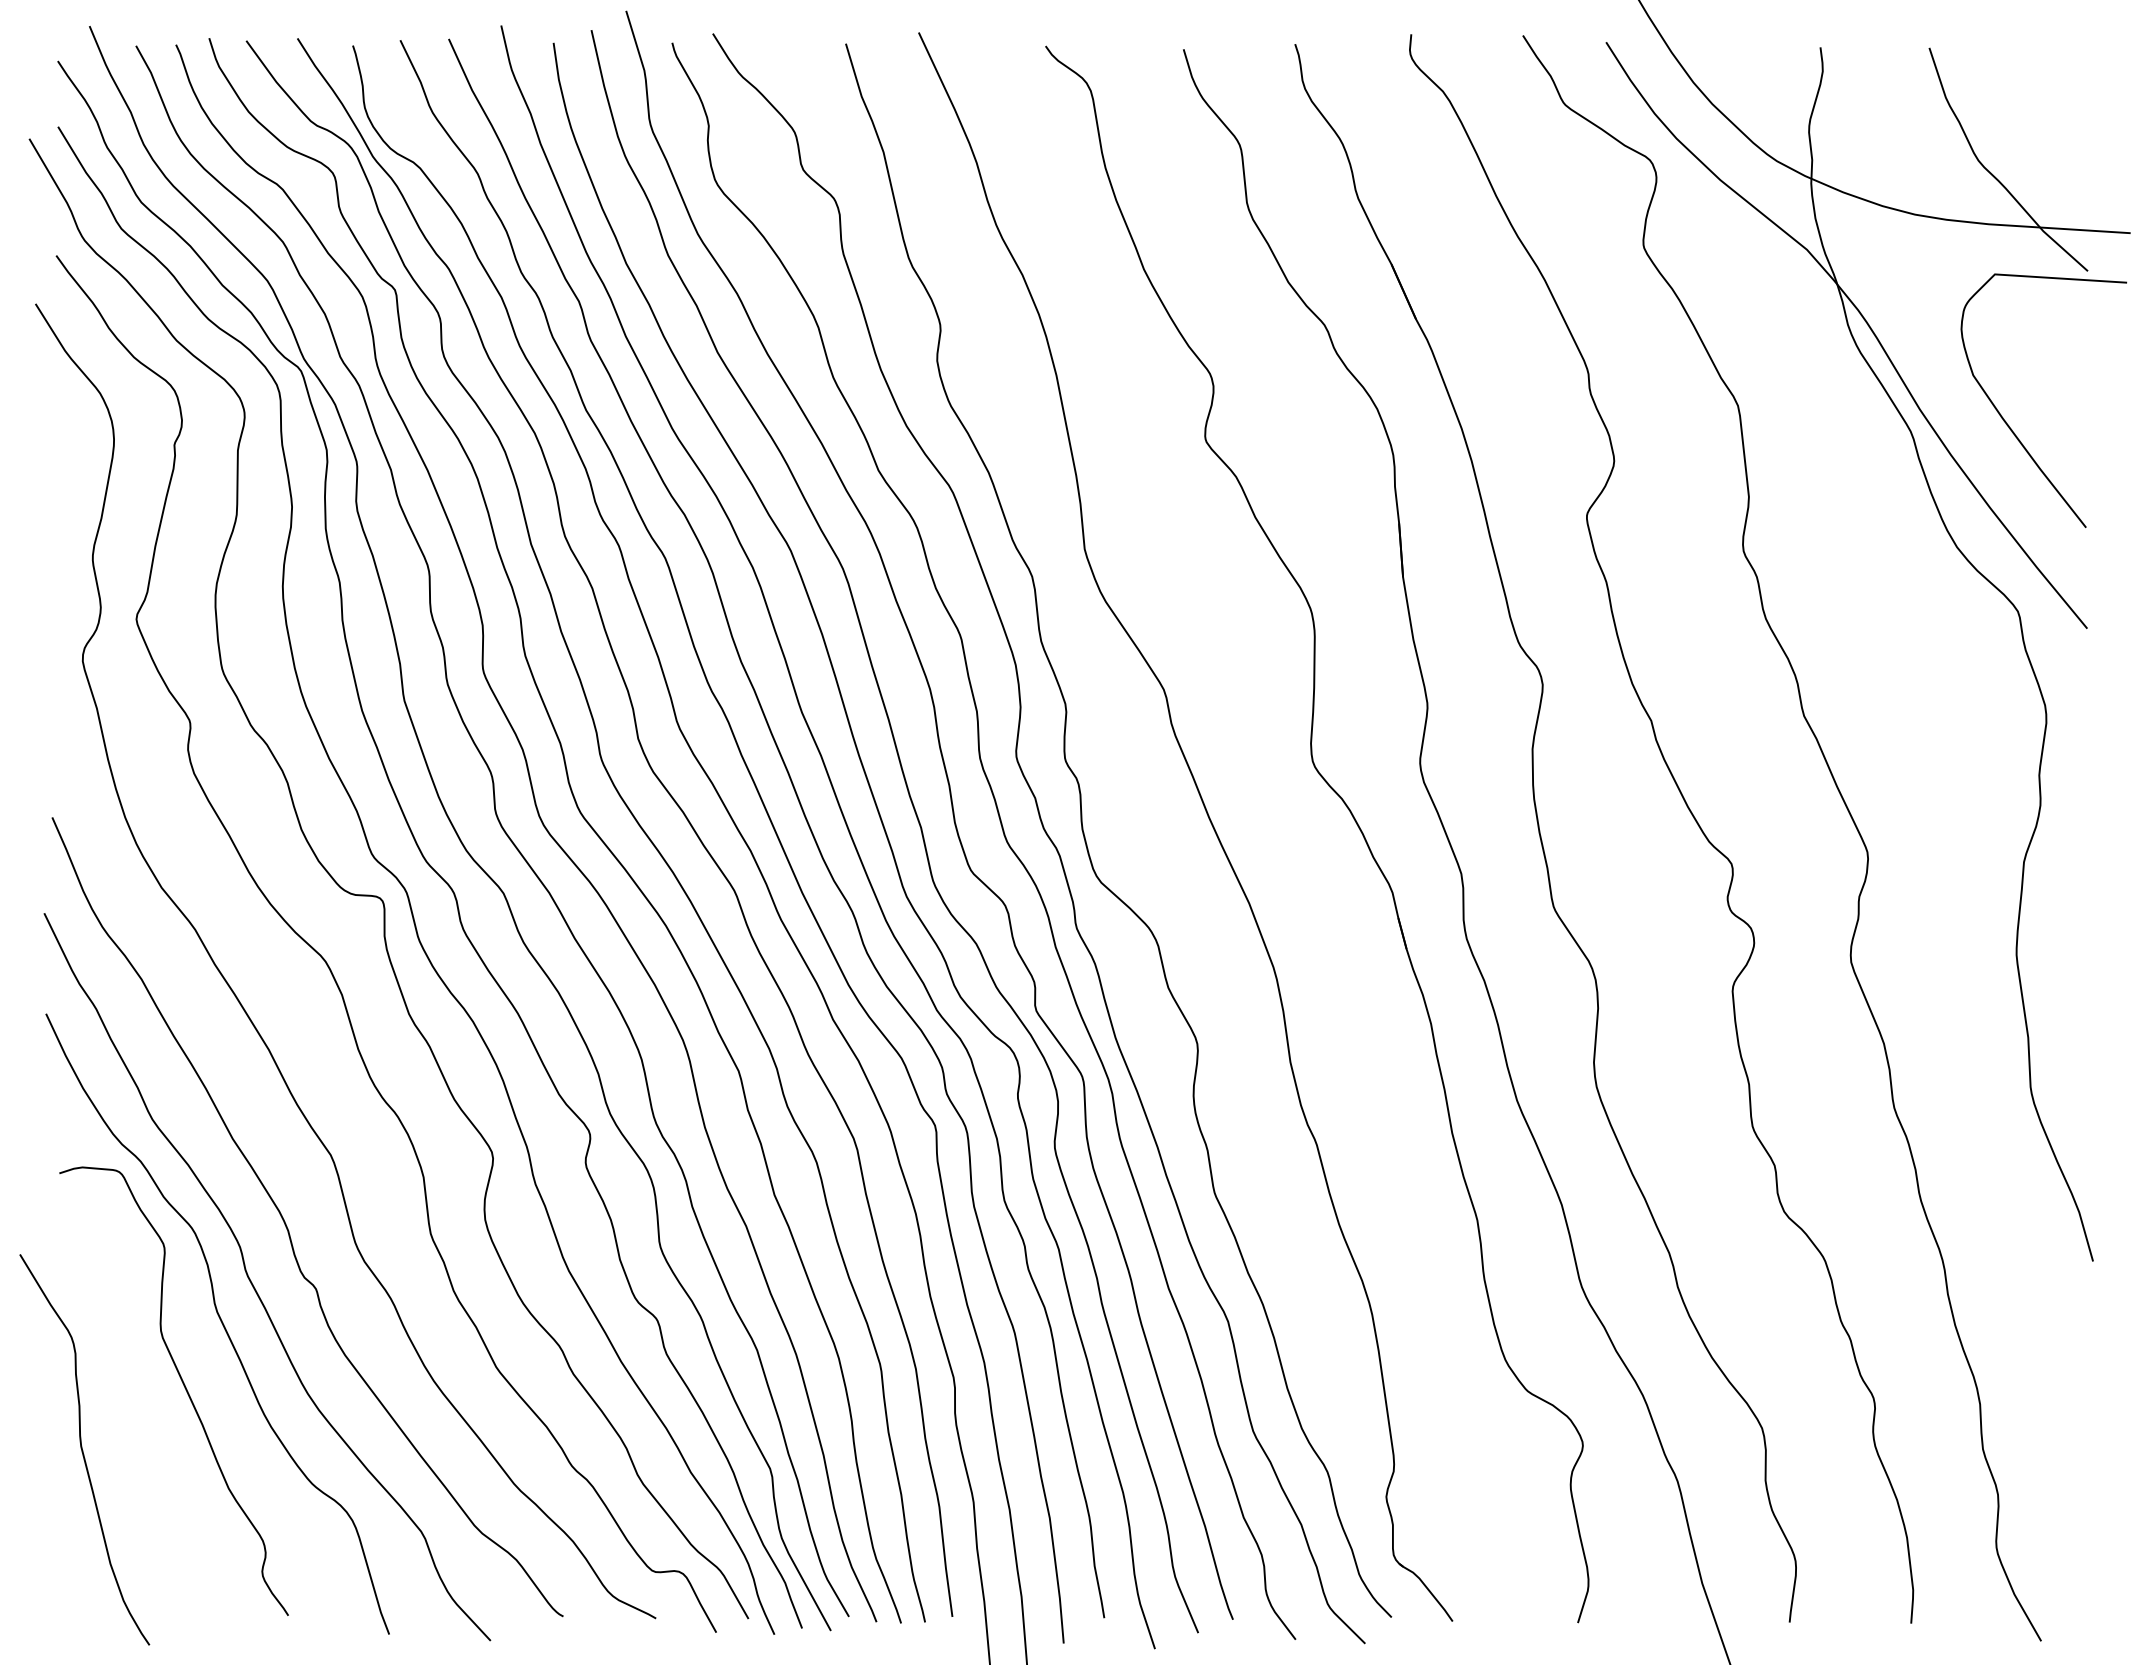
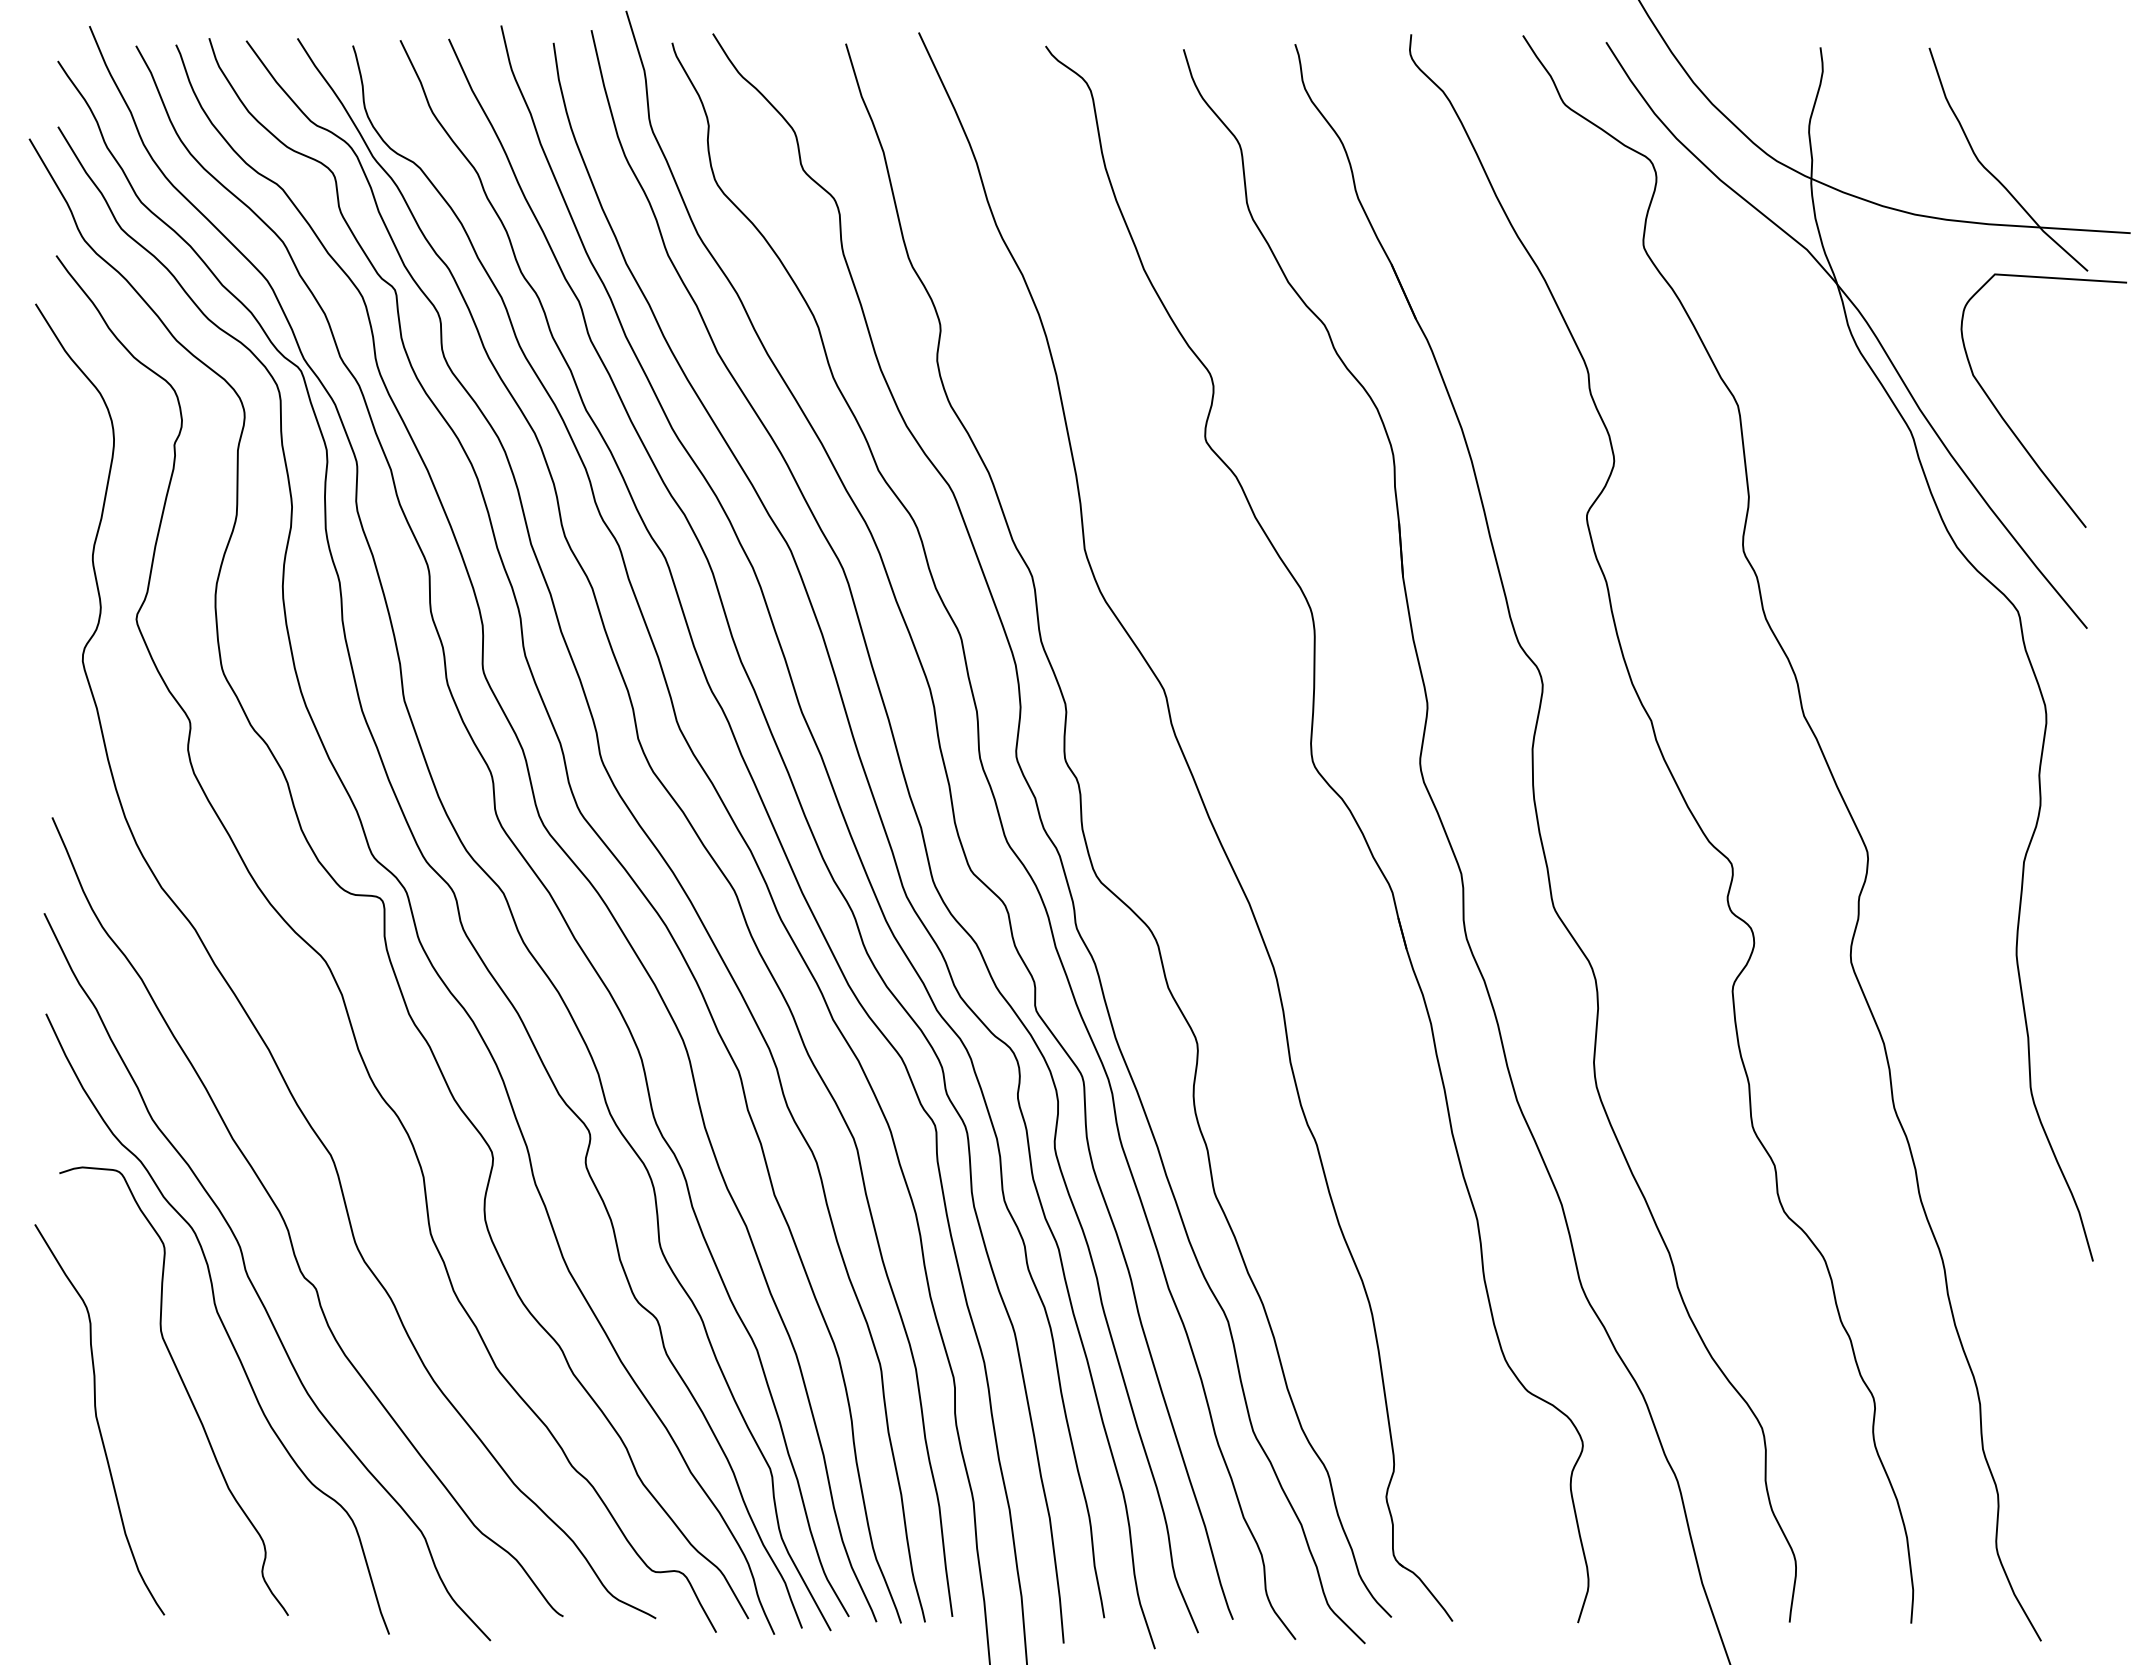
curve at (83, 1450) position: (83, 1450) -> (98, 1420)
